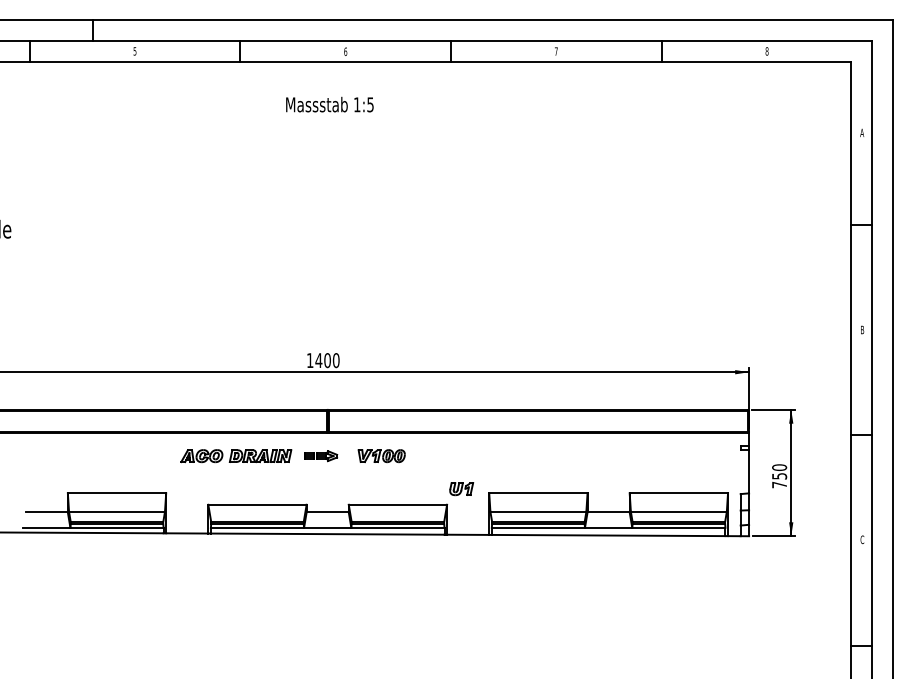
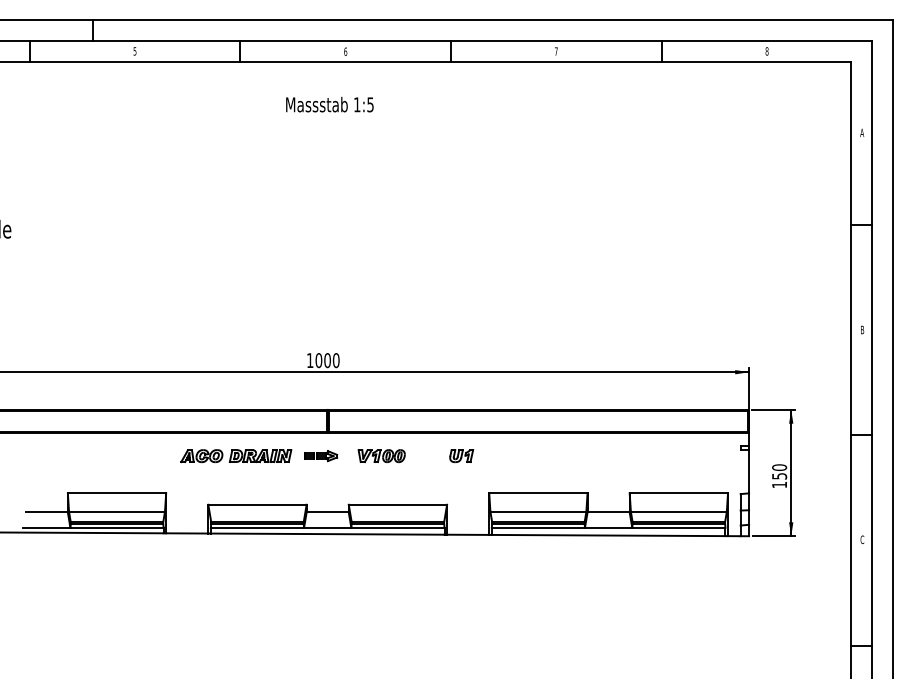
text at (318, 360): 1400 -> 1000
text at (779, 484): 750 -> 150
part at (461, 489) position: (461, 489) -> (461, 456)
